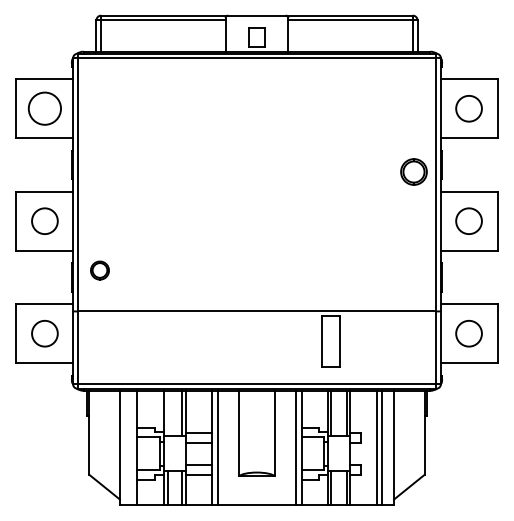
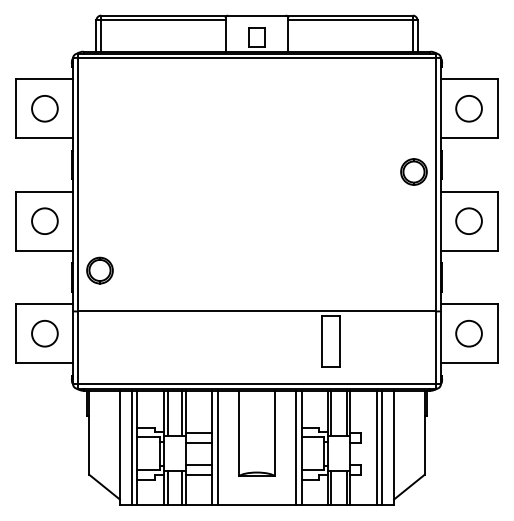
circle at (44, 108) size: 35x35 px -> 28x28 px
part at (99, 270) size: 20x21 px -> 28x29 px
line at (168, 413): none -> present
line at (132, 447): none -> present
